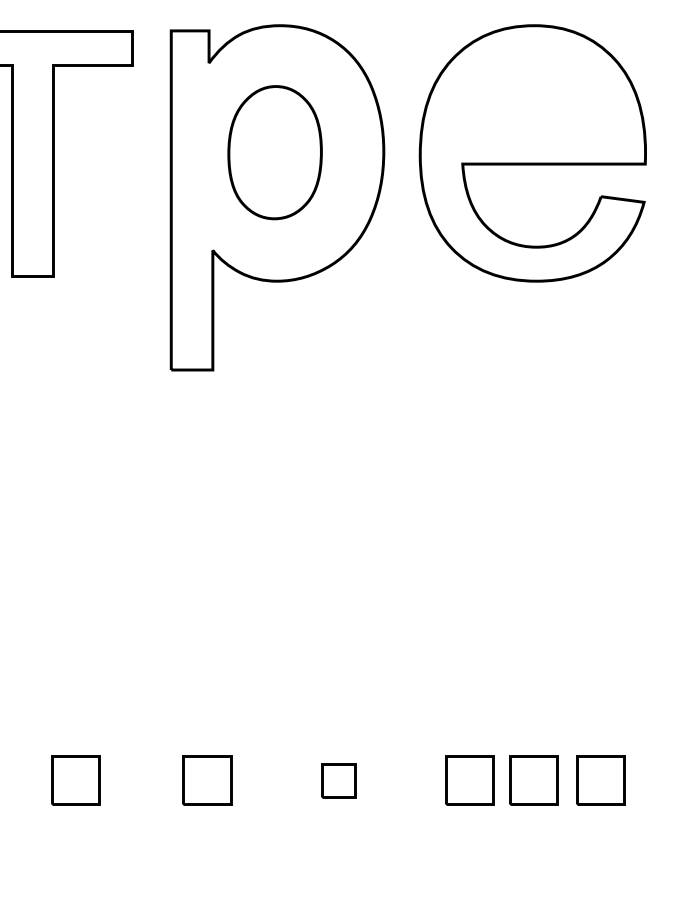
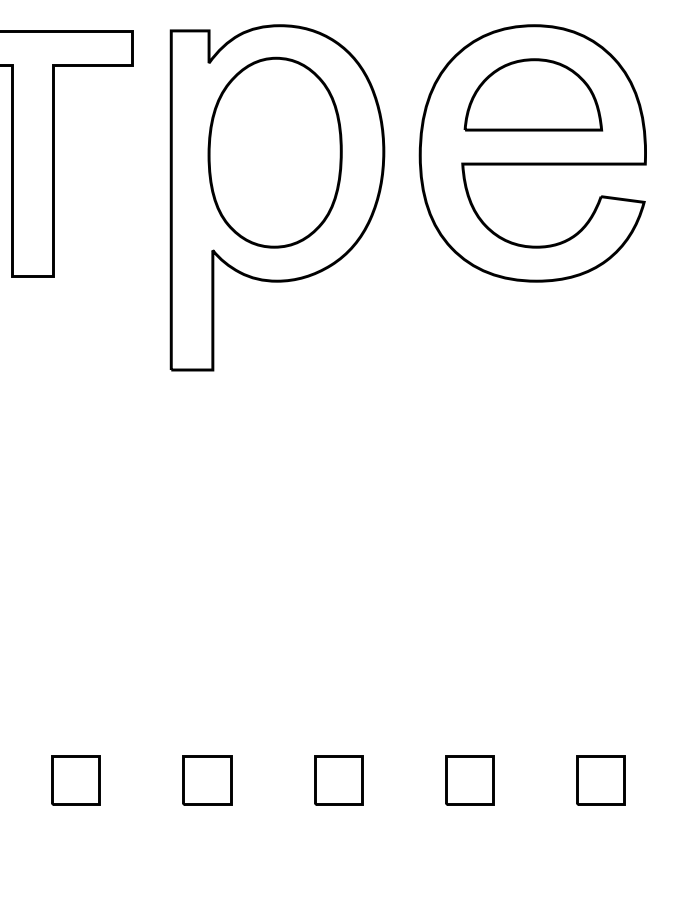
part at (533, 94): none -> present
part at (274, 152) size: 96x136 px -> 136x193 px
part at (338, 780) size: 36x36 px -> 50x51 px
part at (533, 780): present -> none
